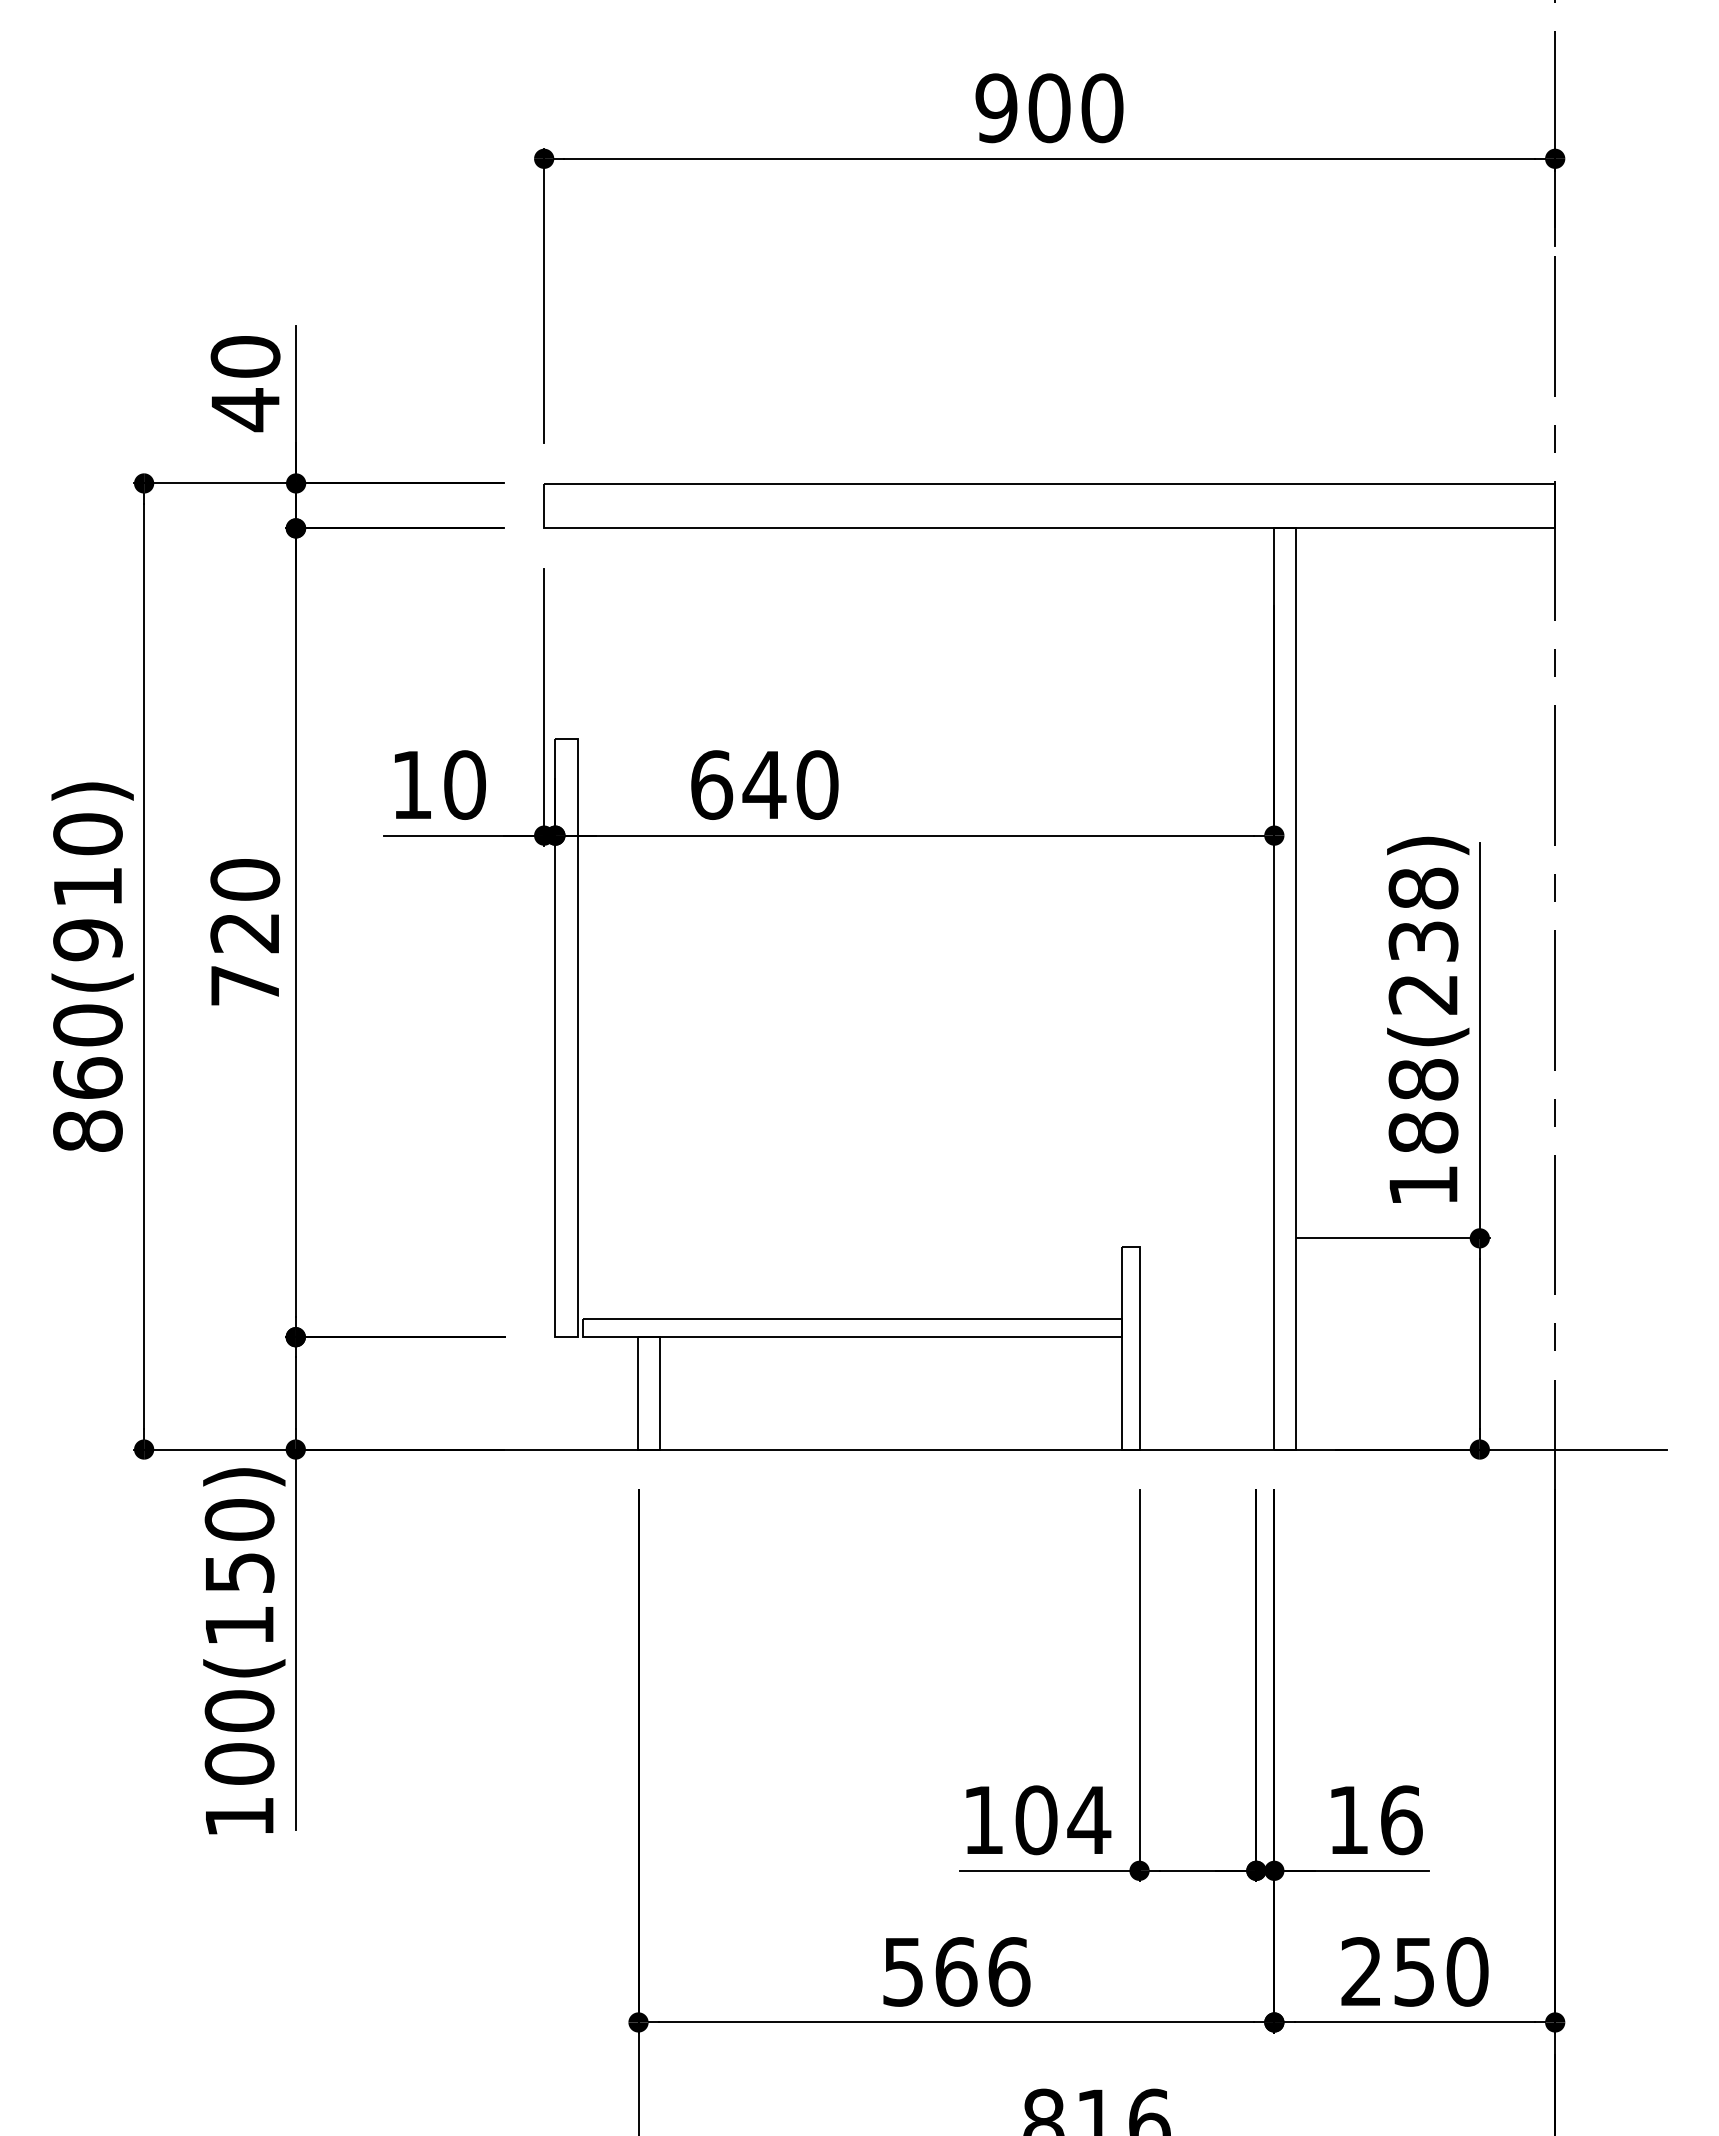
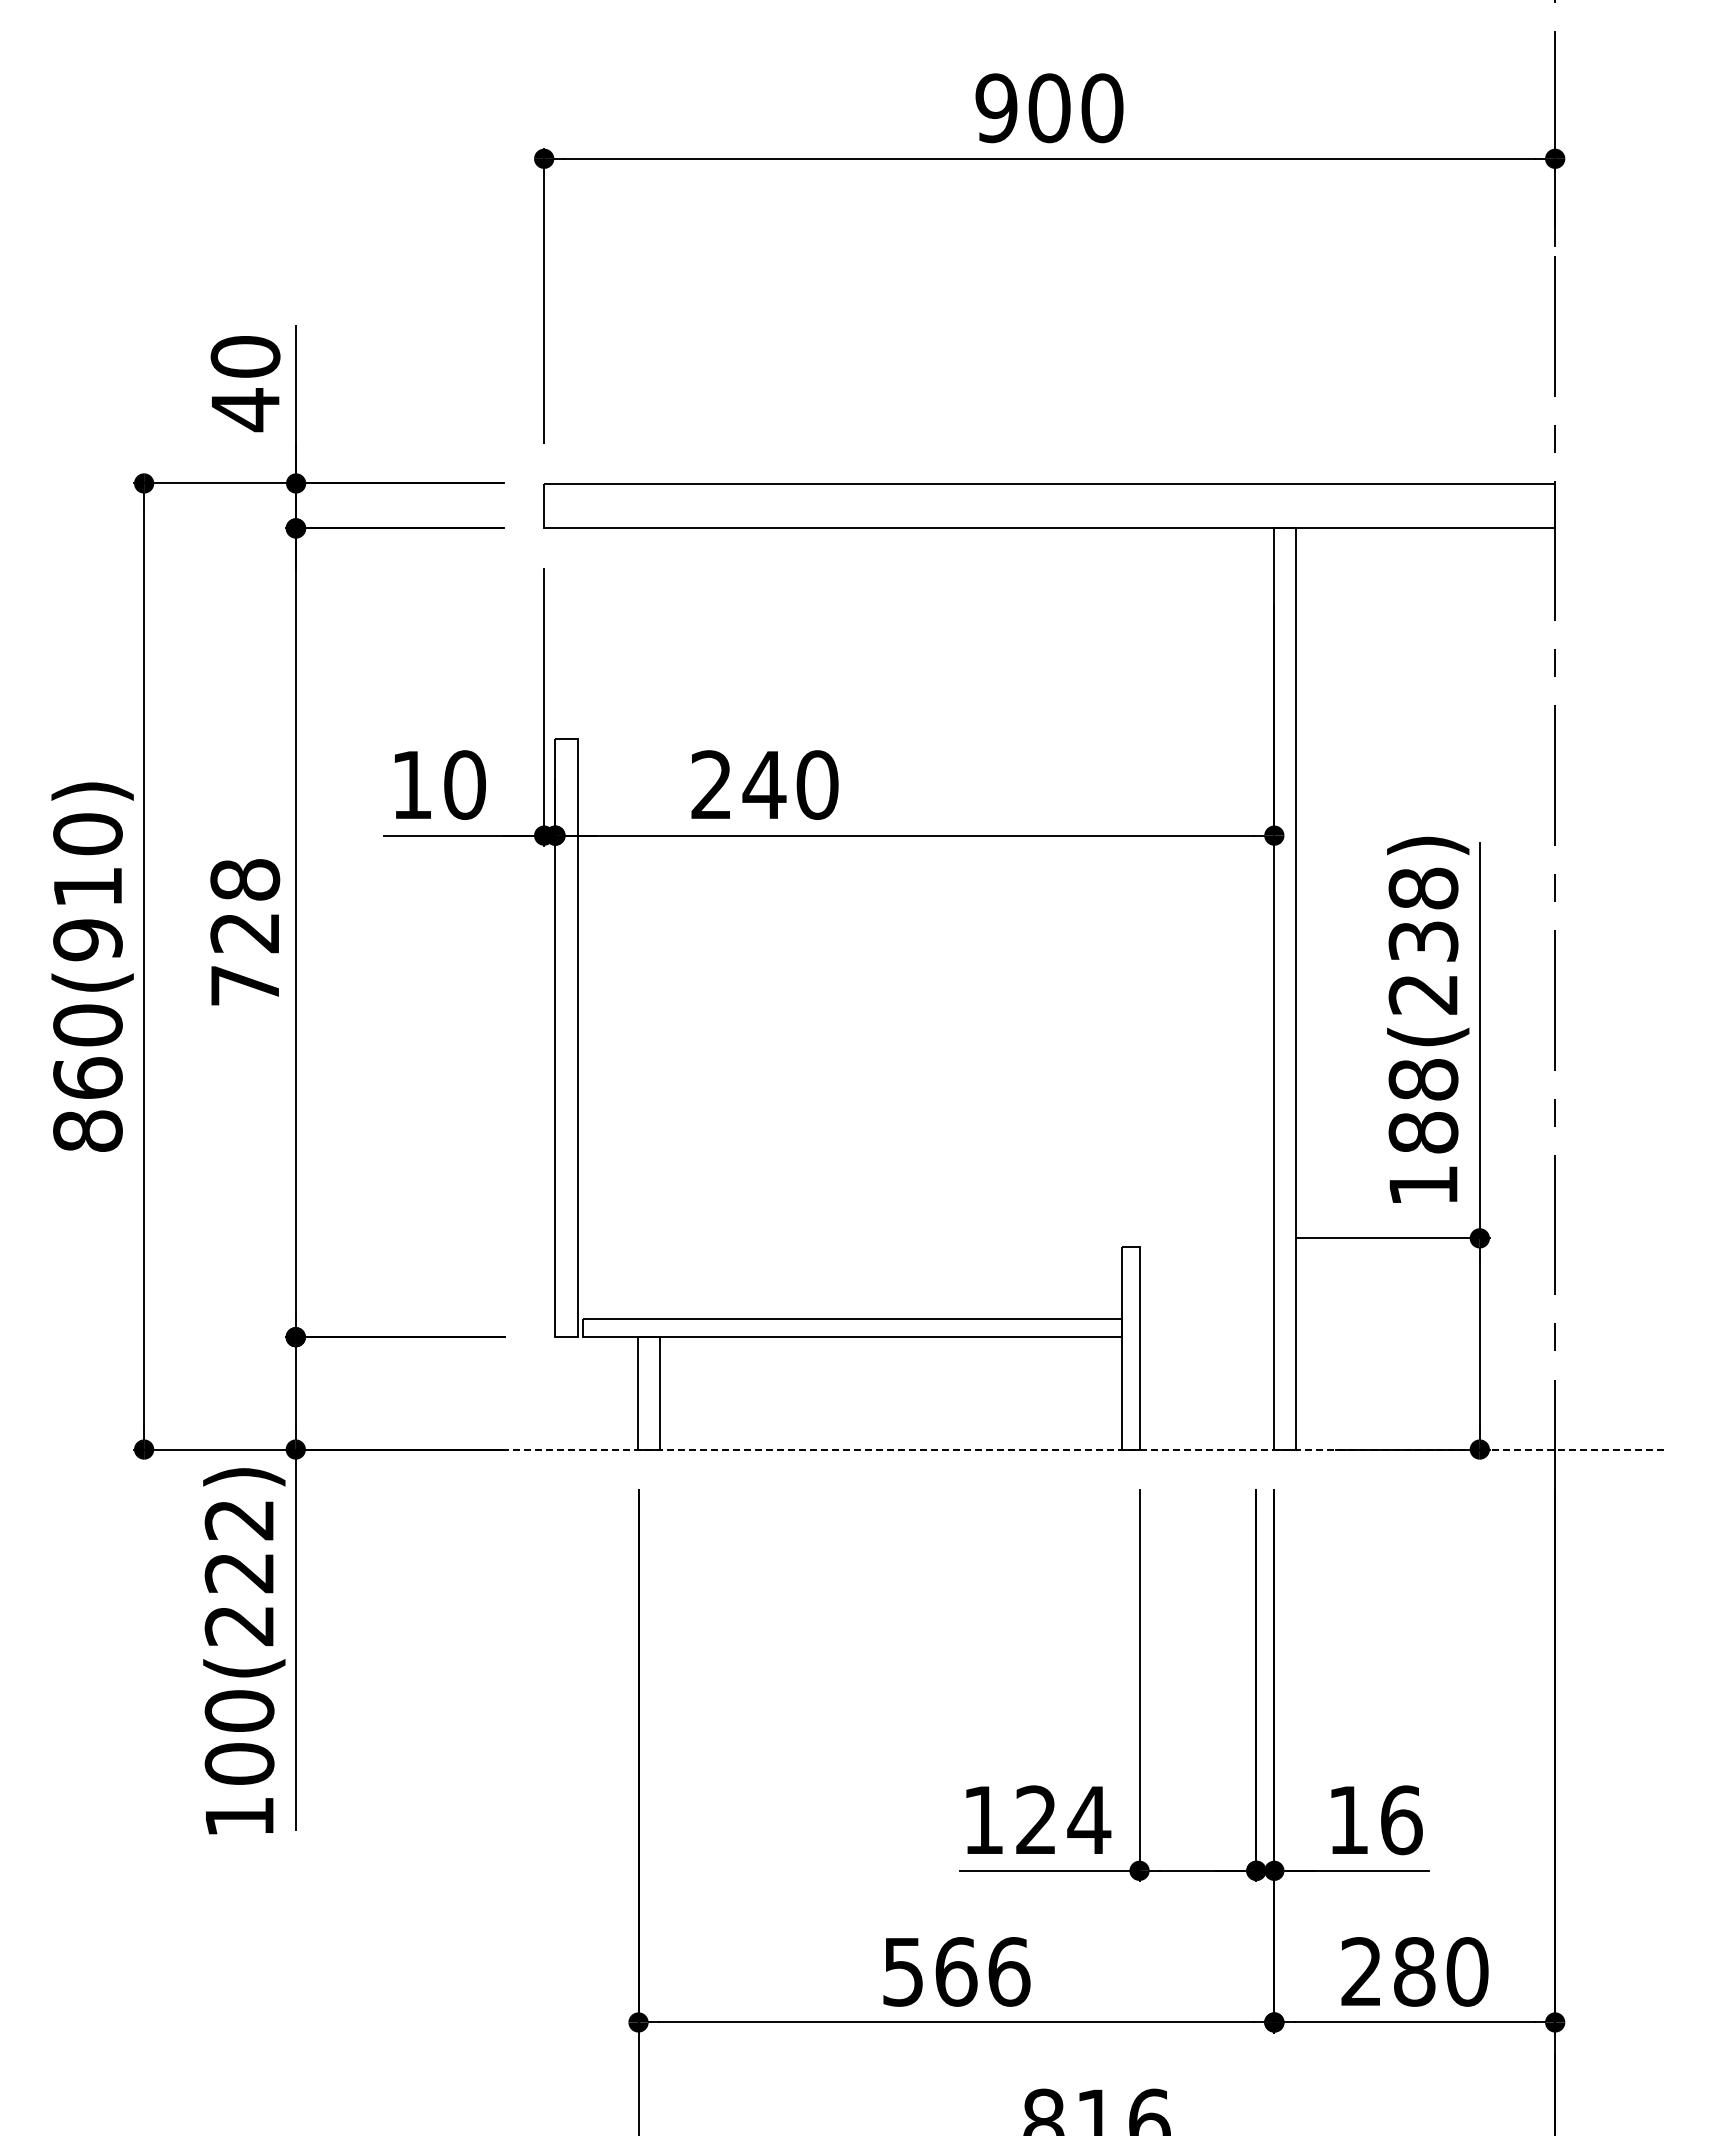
text at (712, 784): 640 -> 240
text at (244, 879): 720 -> 728
line at (1035, 1449): solid -> dashed
text at (239, 1572): 100(150) -> 100(222)
text at (1036, 1820): 104 -> 124
text at (1414, 1971): 250 -> 280
